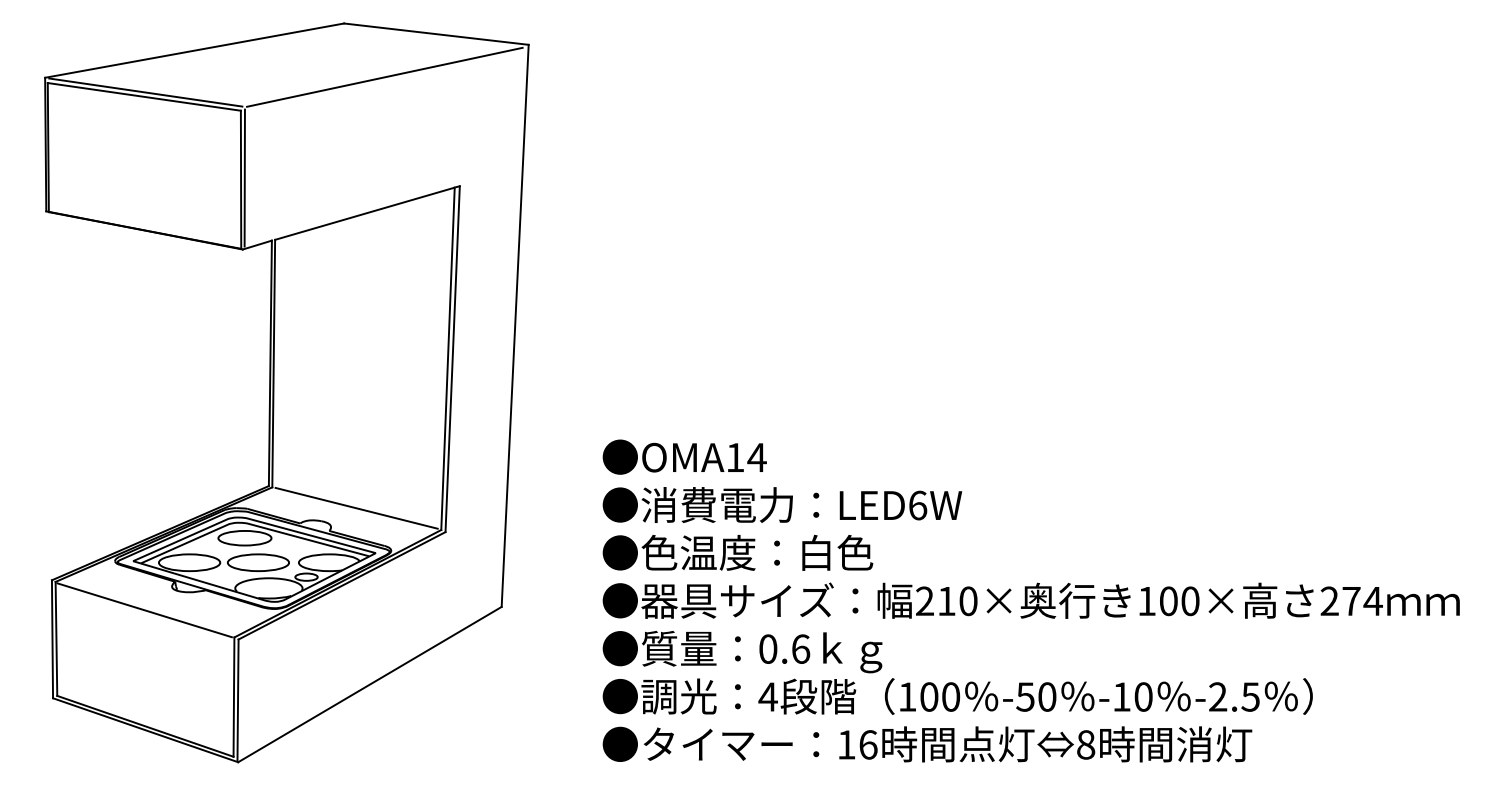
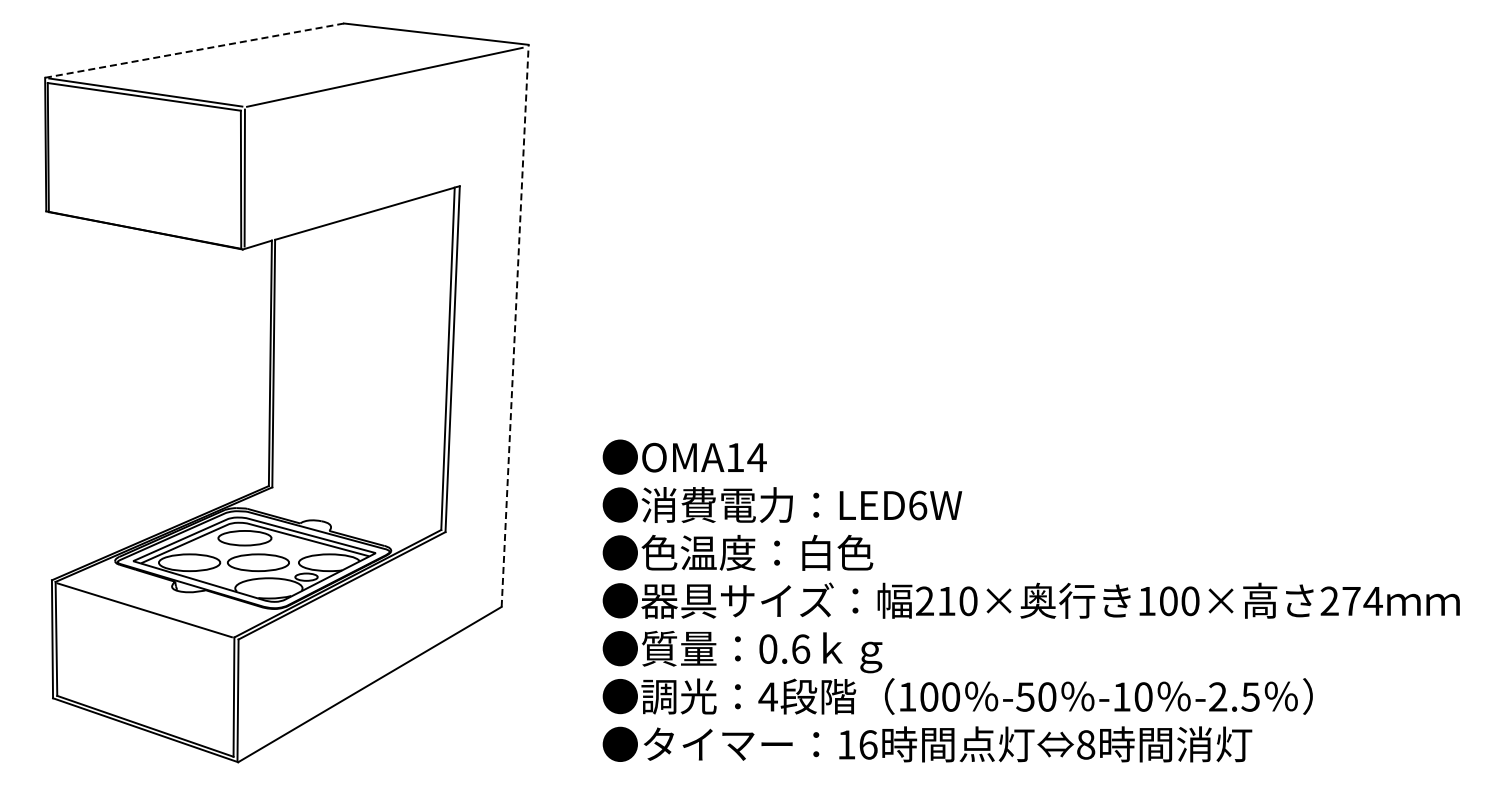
line at (194, 50): solid -> dashed
line at (515, 325): solid -> dashed
line at (356, 507): present -> none
